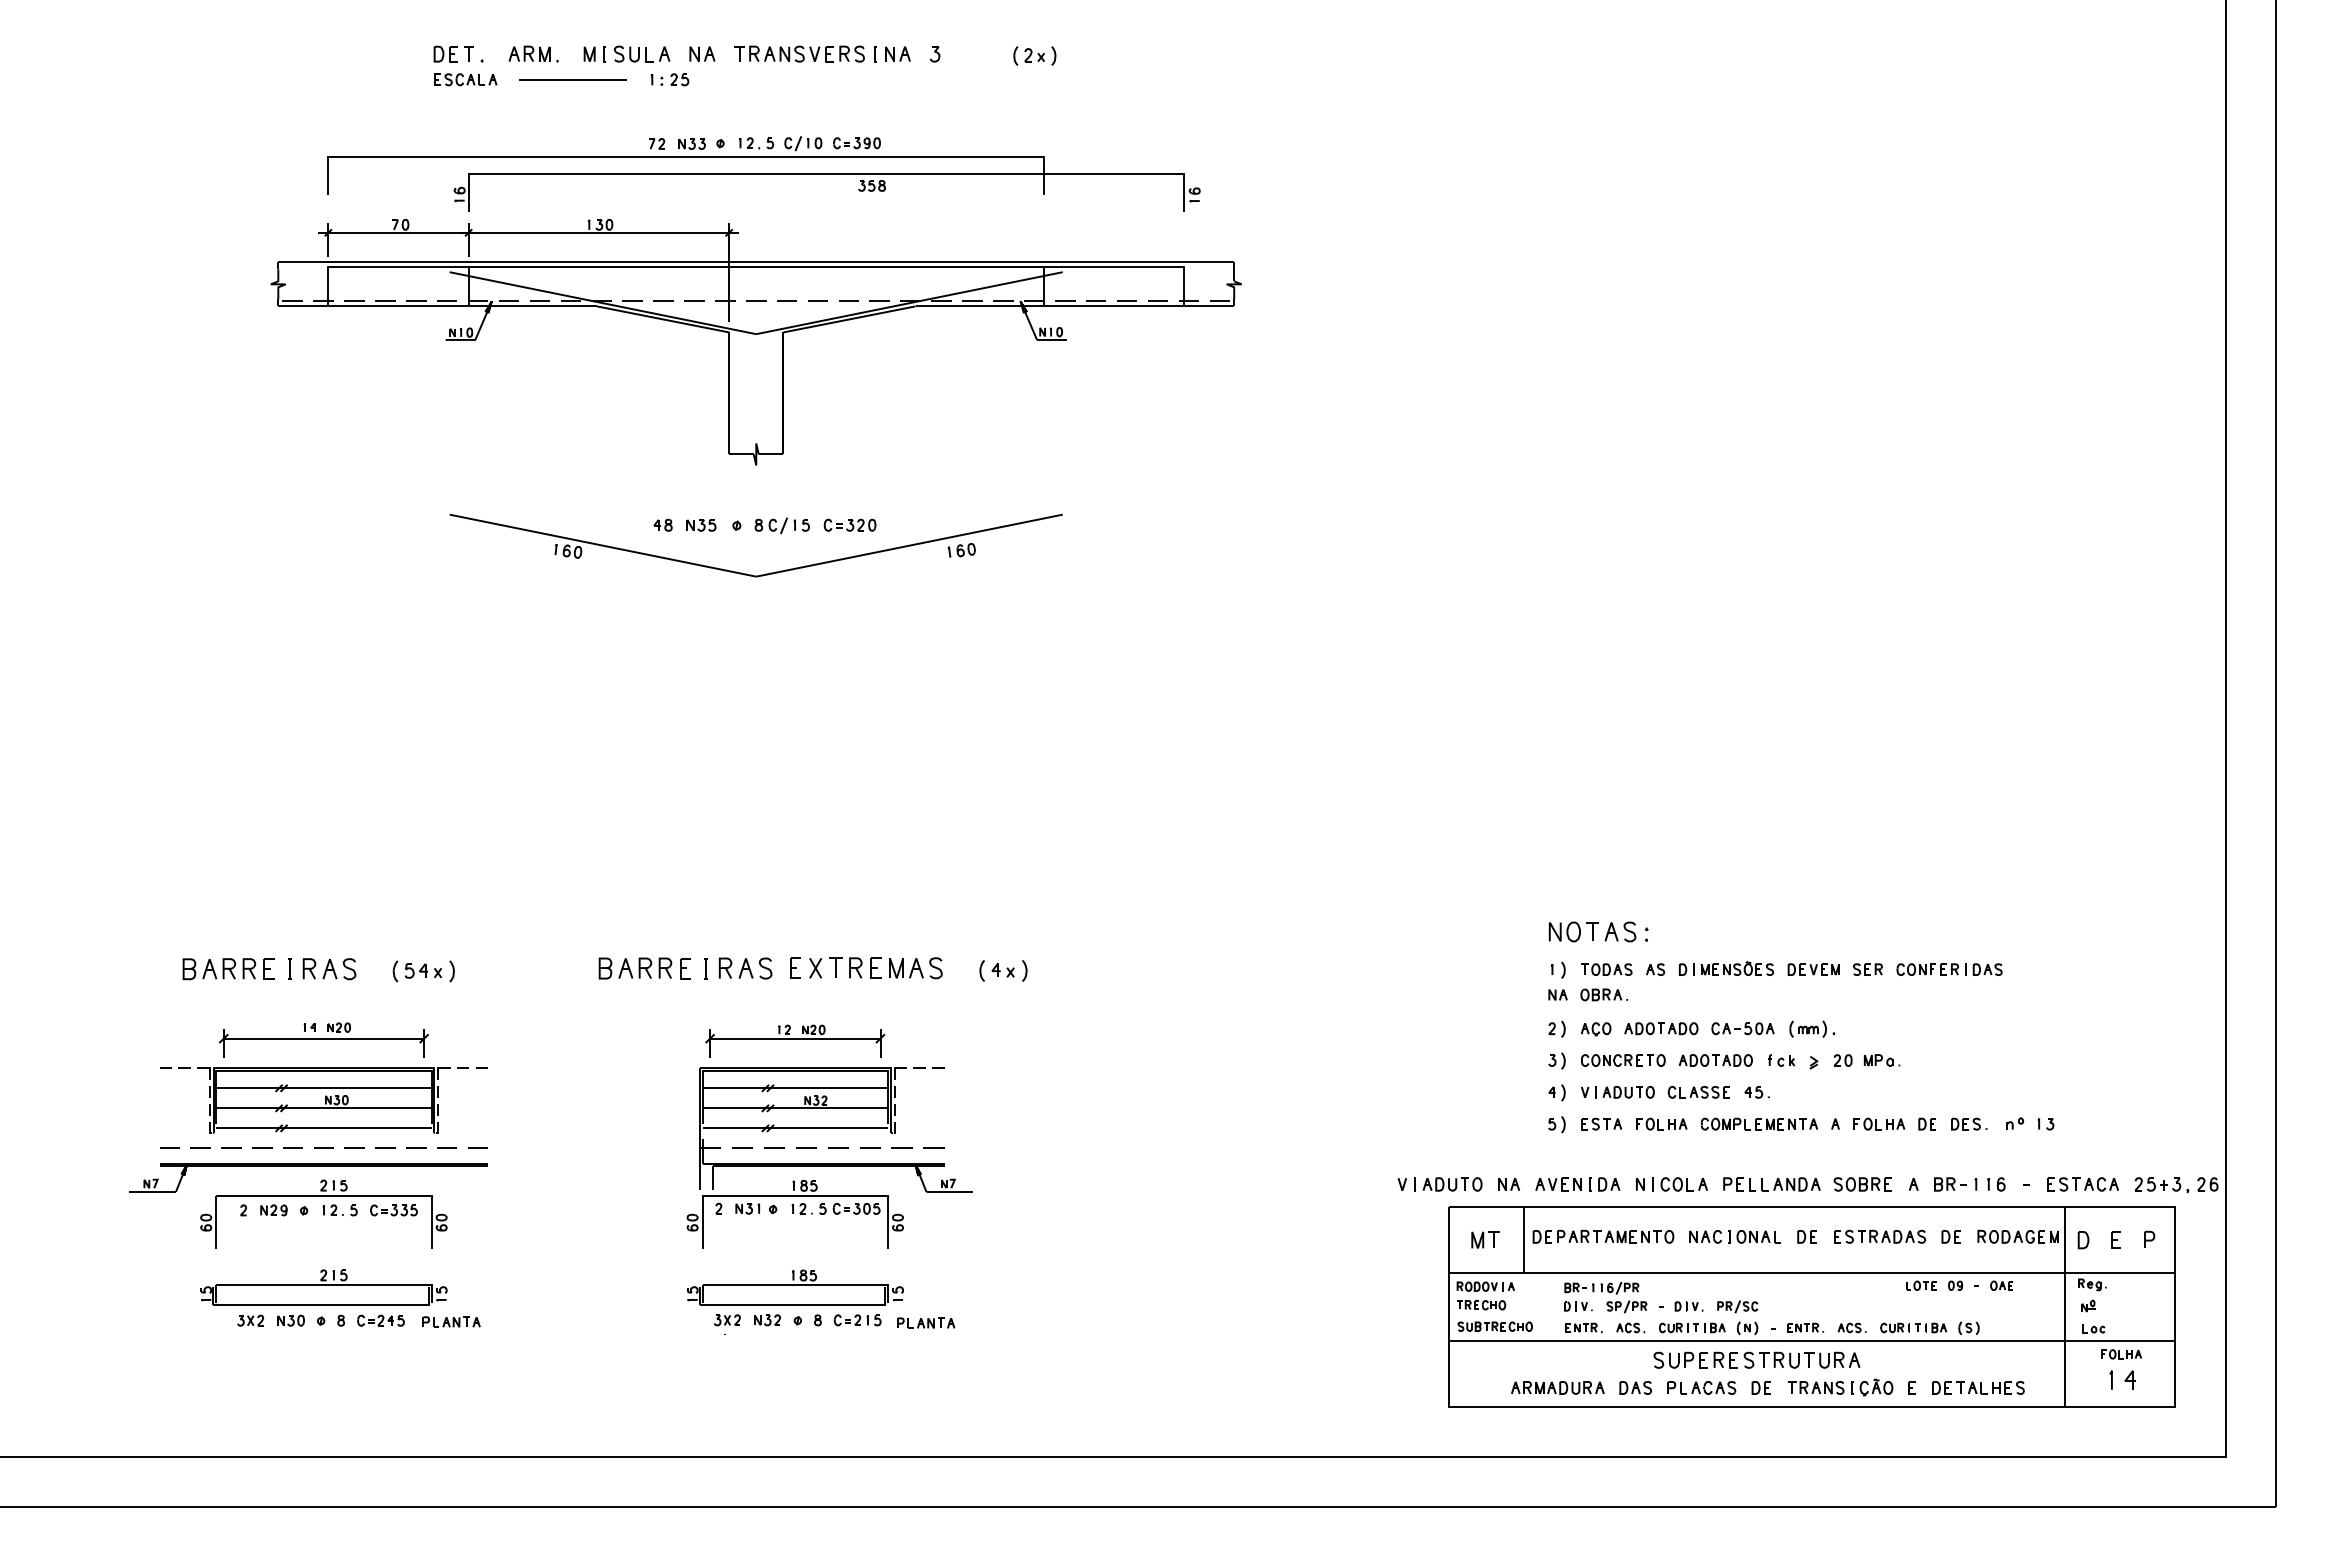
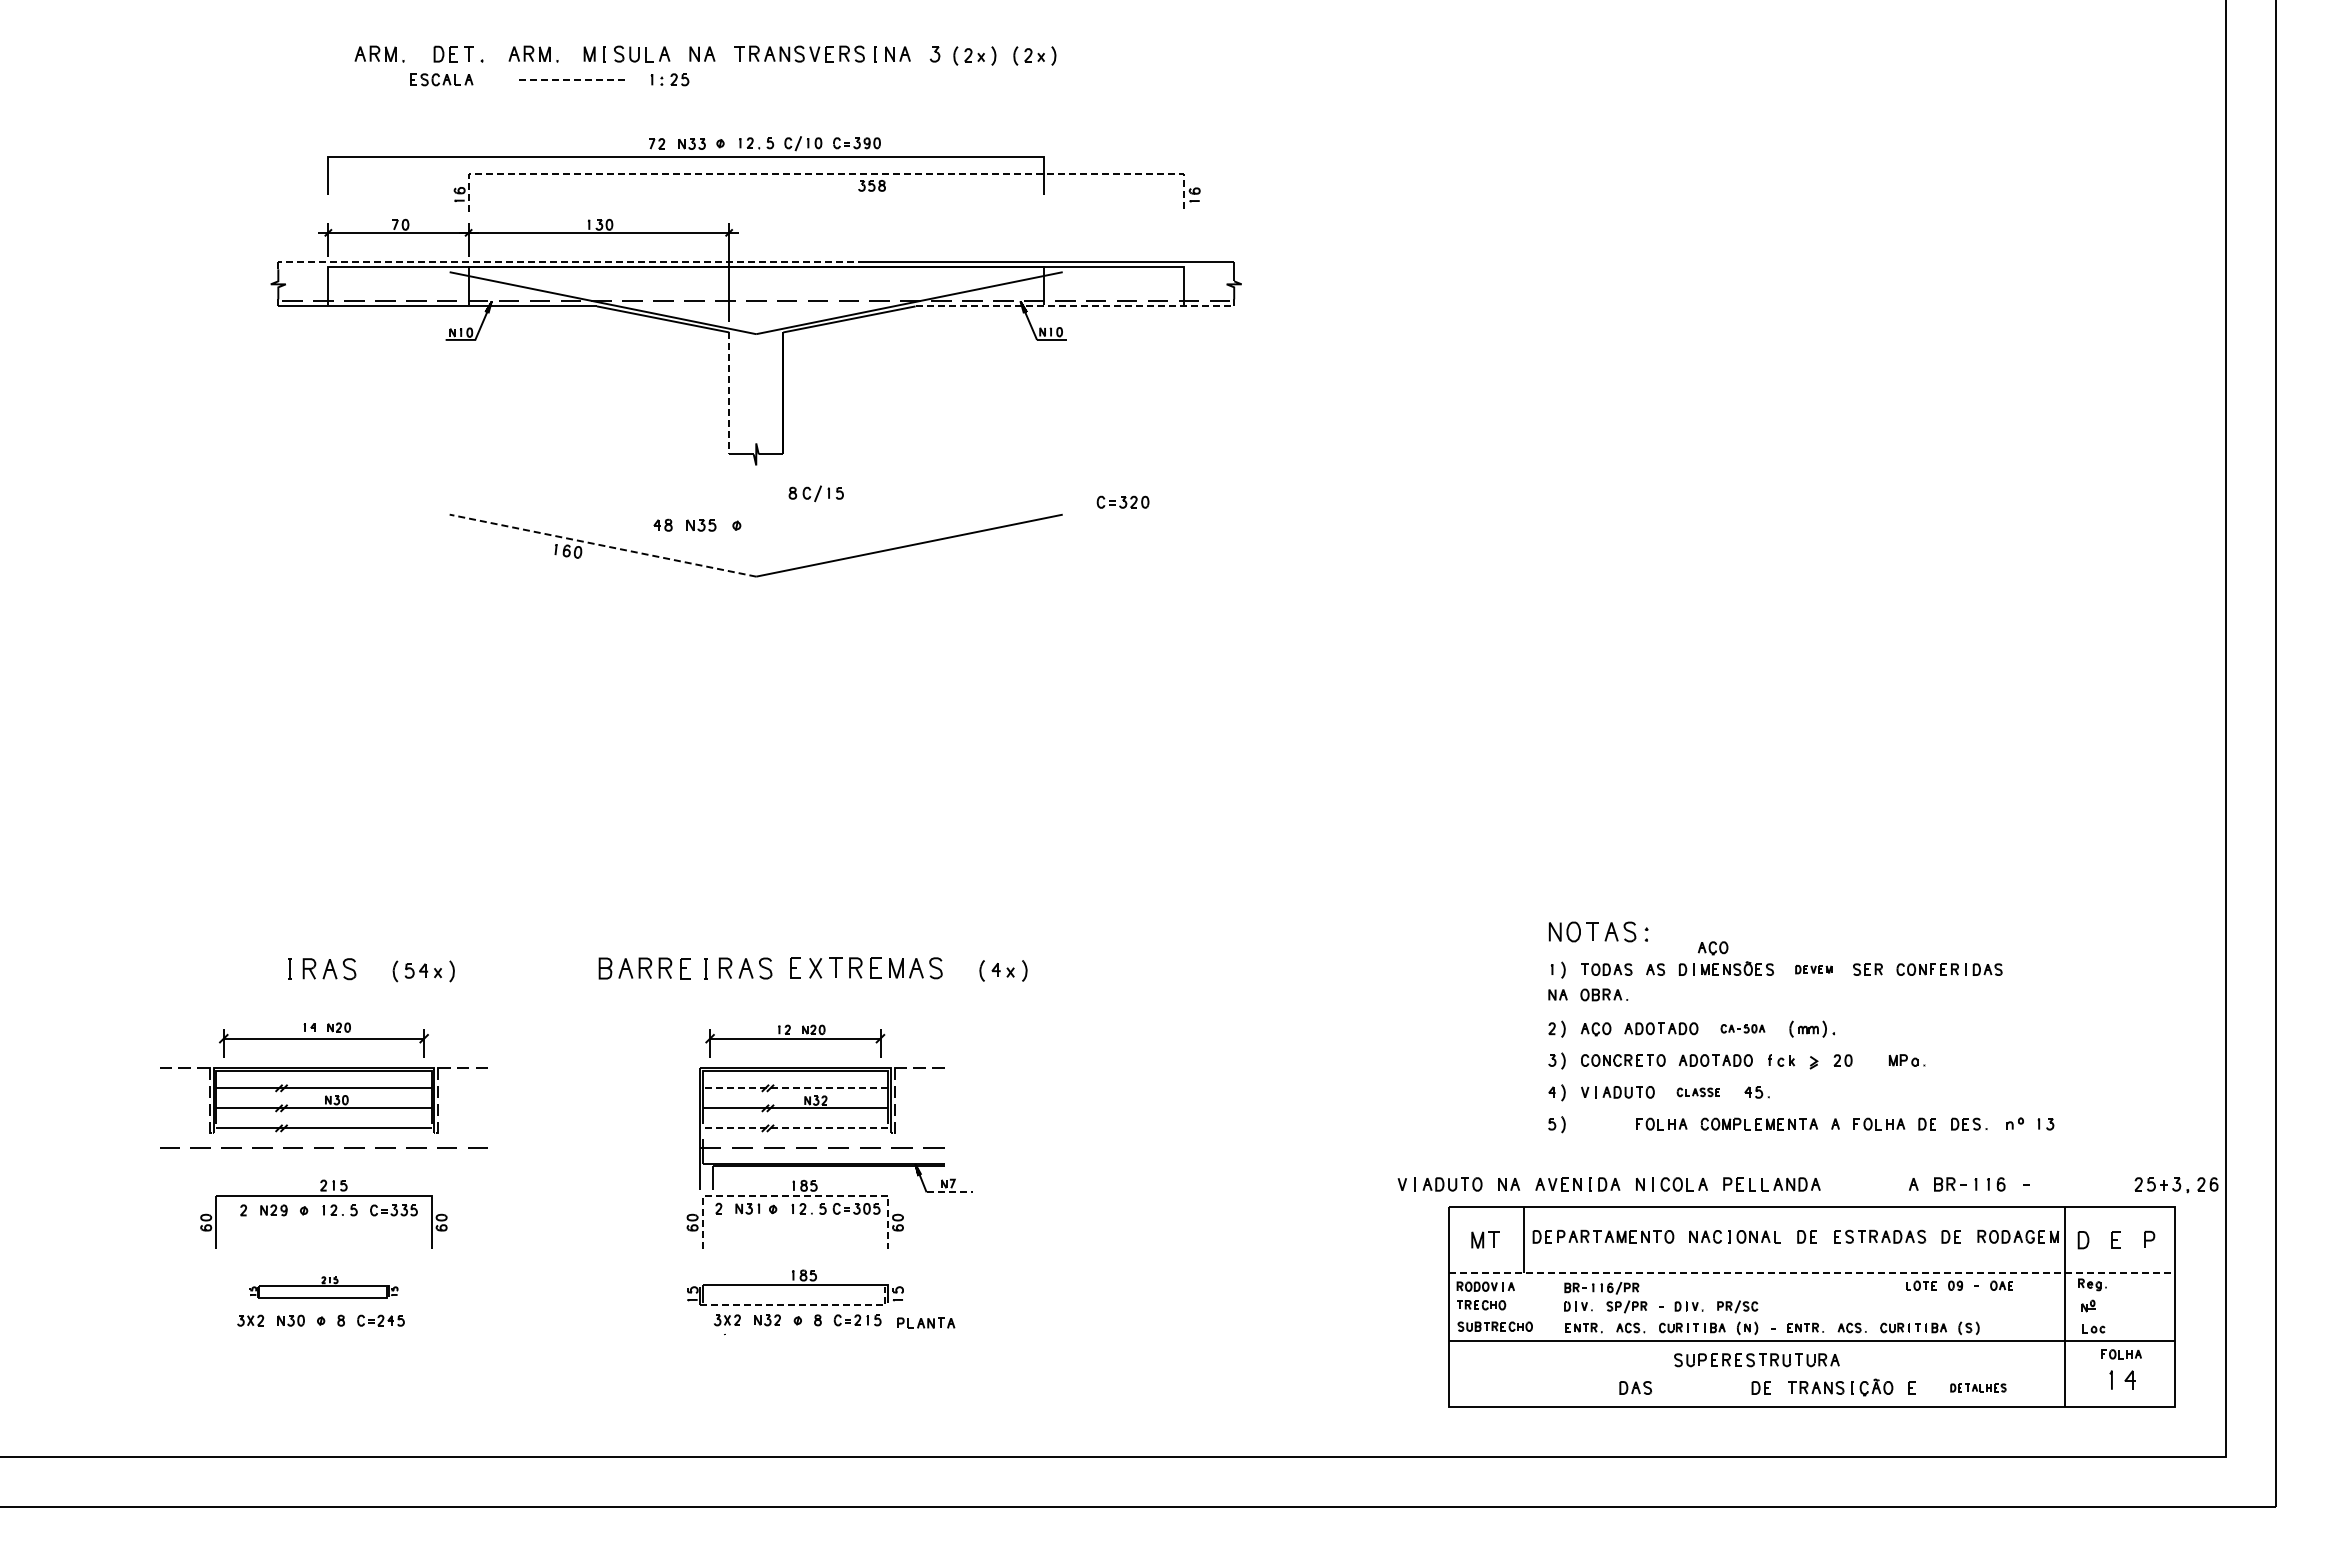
part at (379, 53): none -> present
part at (974, 55): none -> present
part at (465, 79) position: (465, 79) -> (441, 79)
line at (573, 79): solid -> dashed
line at (826, 174): solid -> dashed
line at (571, 262): solid -> dashed
line at (1075, 306): solid -> dashed
line at (729, 393): solid -> dashed
part at (849, 524) position: (849, 524) -> (1122, 501)
part at (781, 525) position: (781, 525) -> (815, 493)
line at (602, 545): solid -> dashed
part at (961, 550): present -> none
part at (1712, 948): none -> present
part at (228, 969): present -> none
part at (1813, 969) size: 53x13 px -> 38x10 px
part at (1742, 1028) size: 64x14 px -> 46x10 px
part at (1881, 1060) position: (1881, 1060) -> (1906, 1060)
line at (795, 1088): solid -> dashed
part at (1698, 1092) size: 63x13 px -> 44x11 px
part at (1601, 1123): present -> none
line at (795, 1128): solid -> dashed
part at (308, 1166): present -> none
part at (1862, 1184): present -> none
part at (2082, 1184): present -> none
line at (950, 1192): solid -> dashed
line at (795, 1195): solid -> dashed
line at (1812, 1273): solid -> dashed
part at (323, 1287) size: 248x37 px -> 150x23 px
line at (802, 1305): solid -> dashed
part at (451, 1321): present -> none
part at (1756, 1359) size: 208x18 px -> 166x15 px
part at (1557, 1387): present -> none
part at (1701, 1387): present -> none
part at (1978, 1387) size: 93x14 px -> 57x10 px
